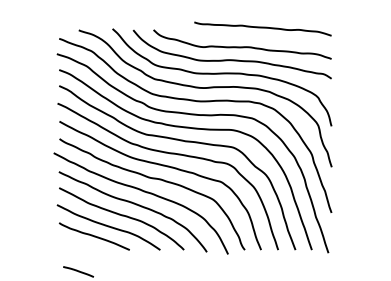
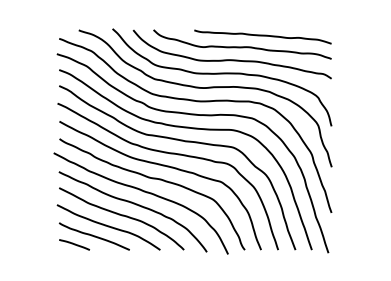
curve at (262, 28) position: (262, 28) -> (262, 36)
line at (78, 271) position: (78, 271) -> (74, 244)
